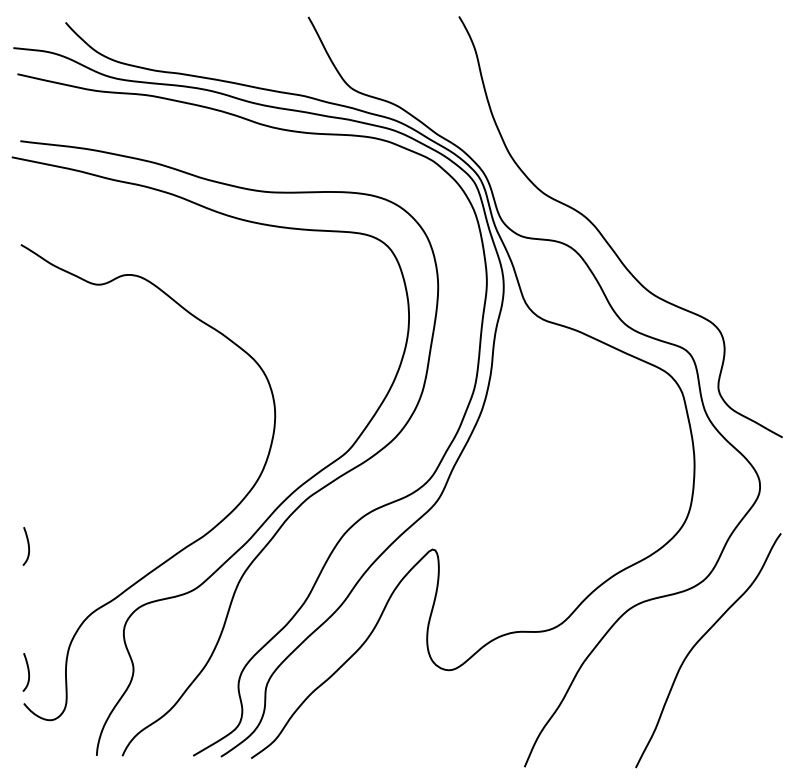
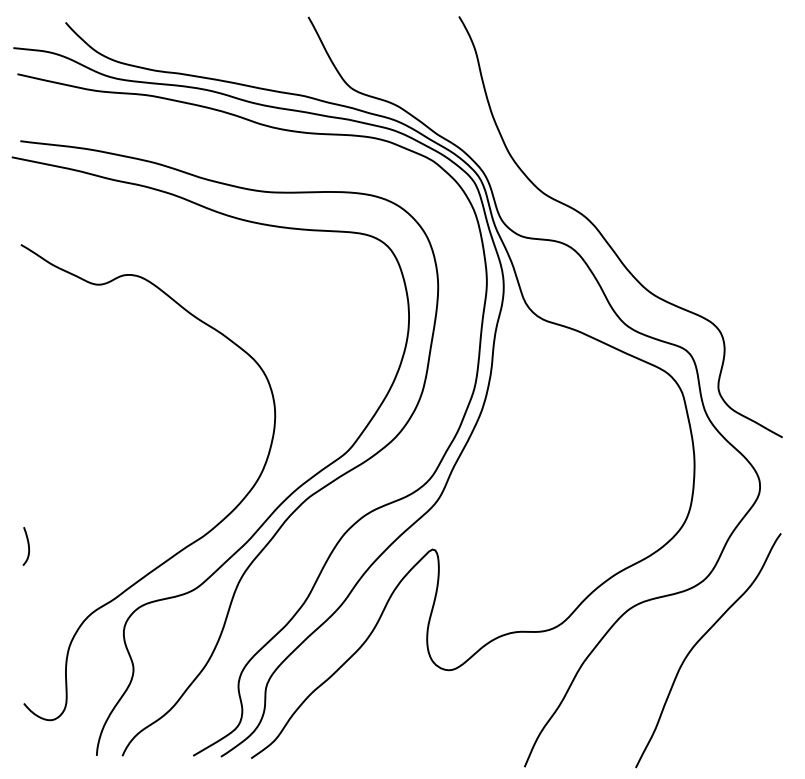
curve at (27, 670): present -> none
